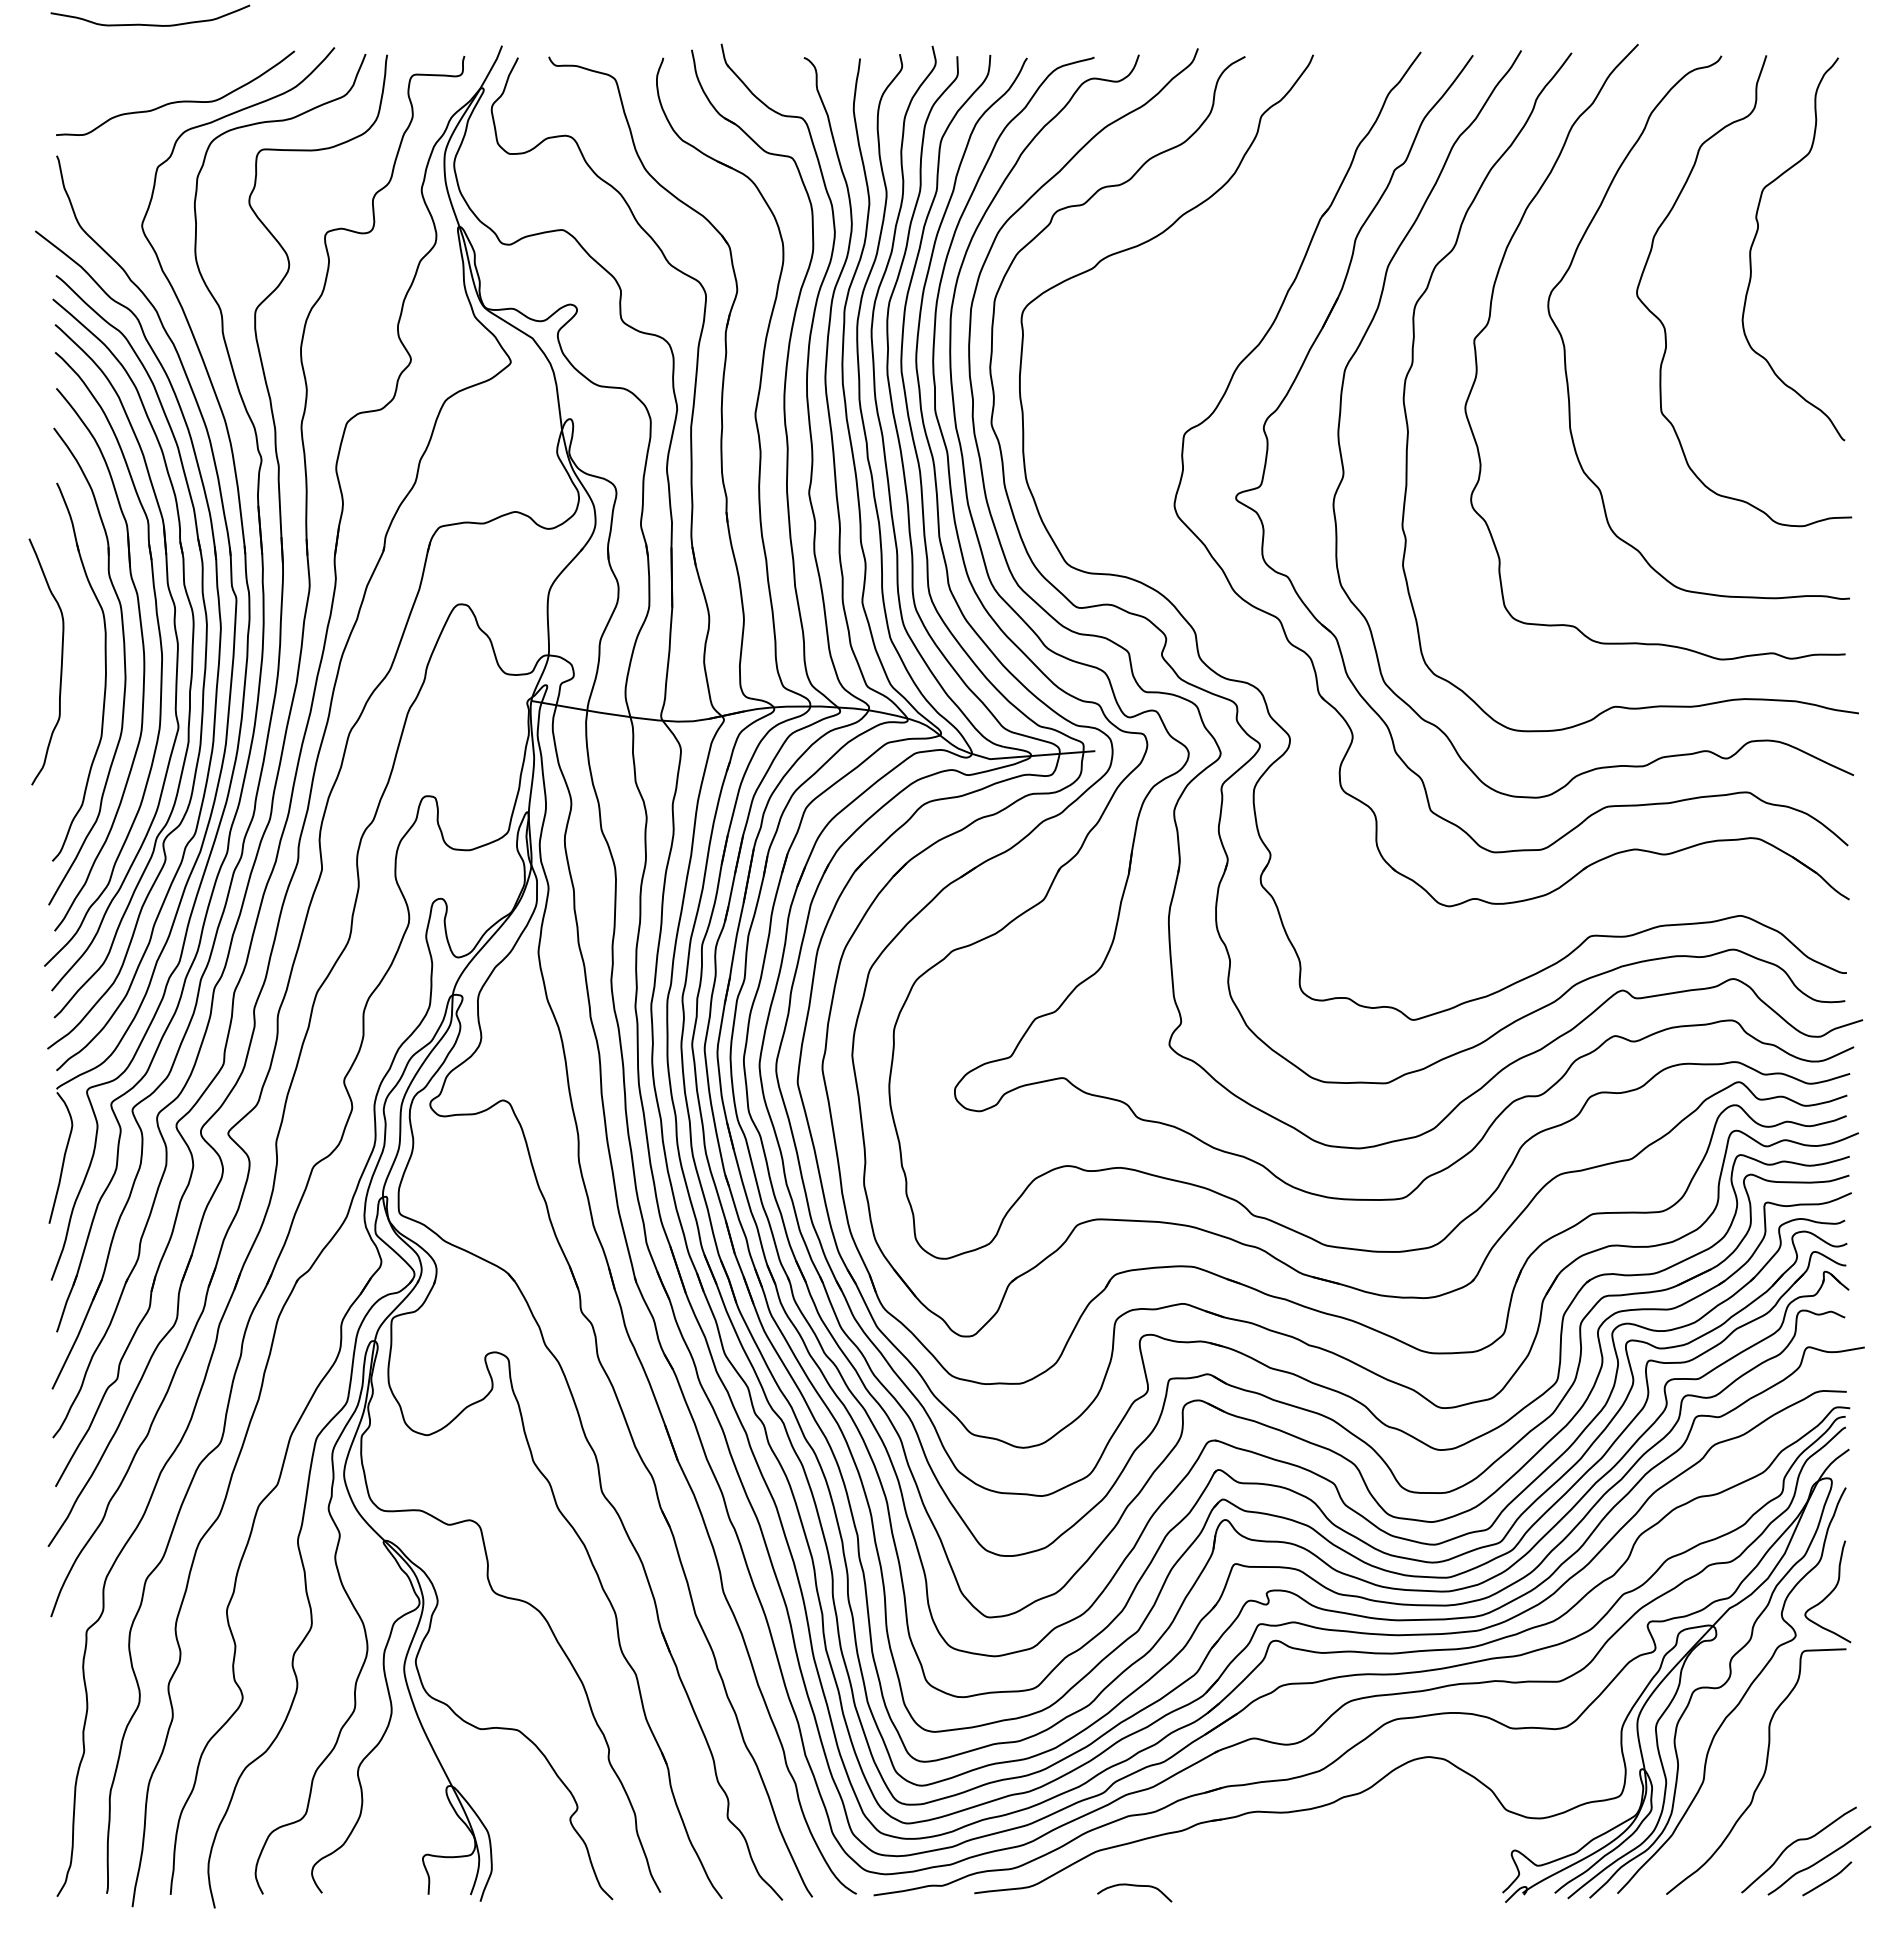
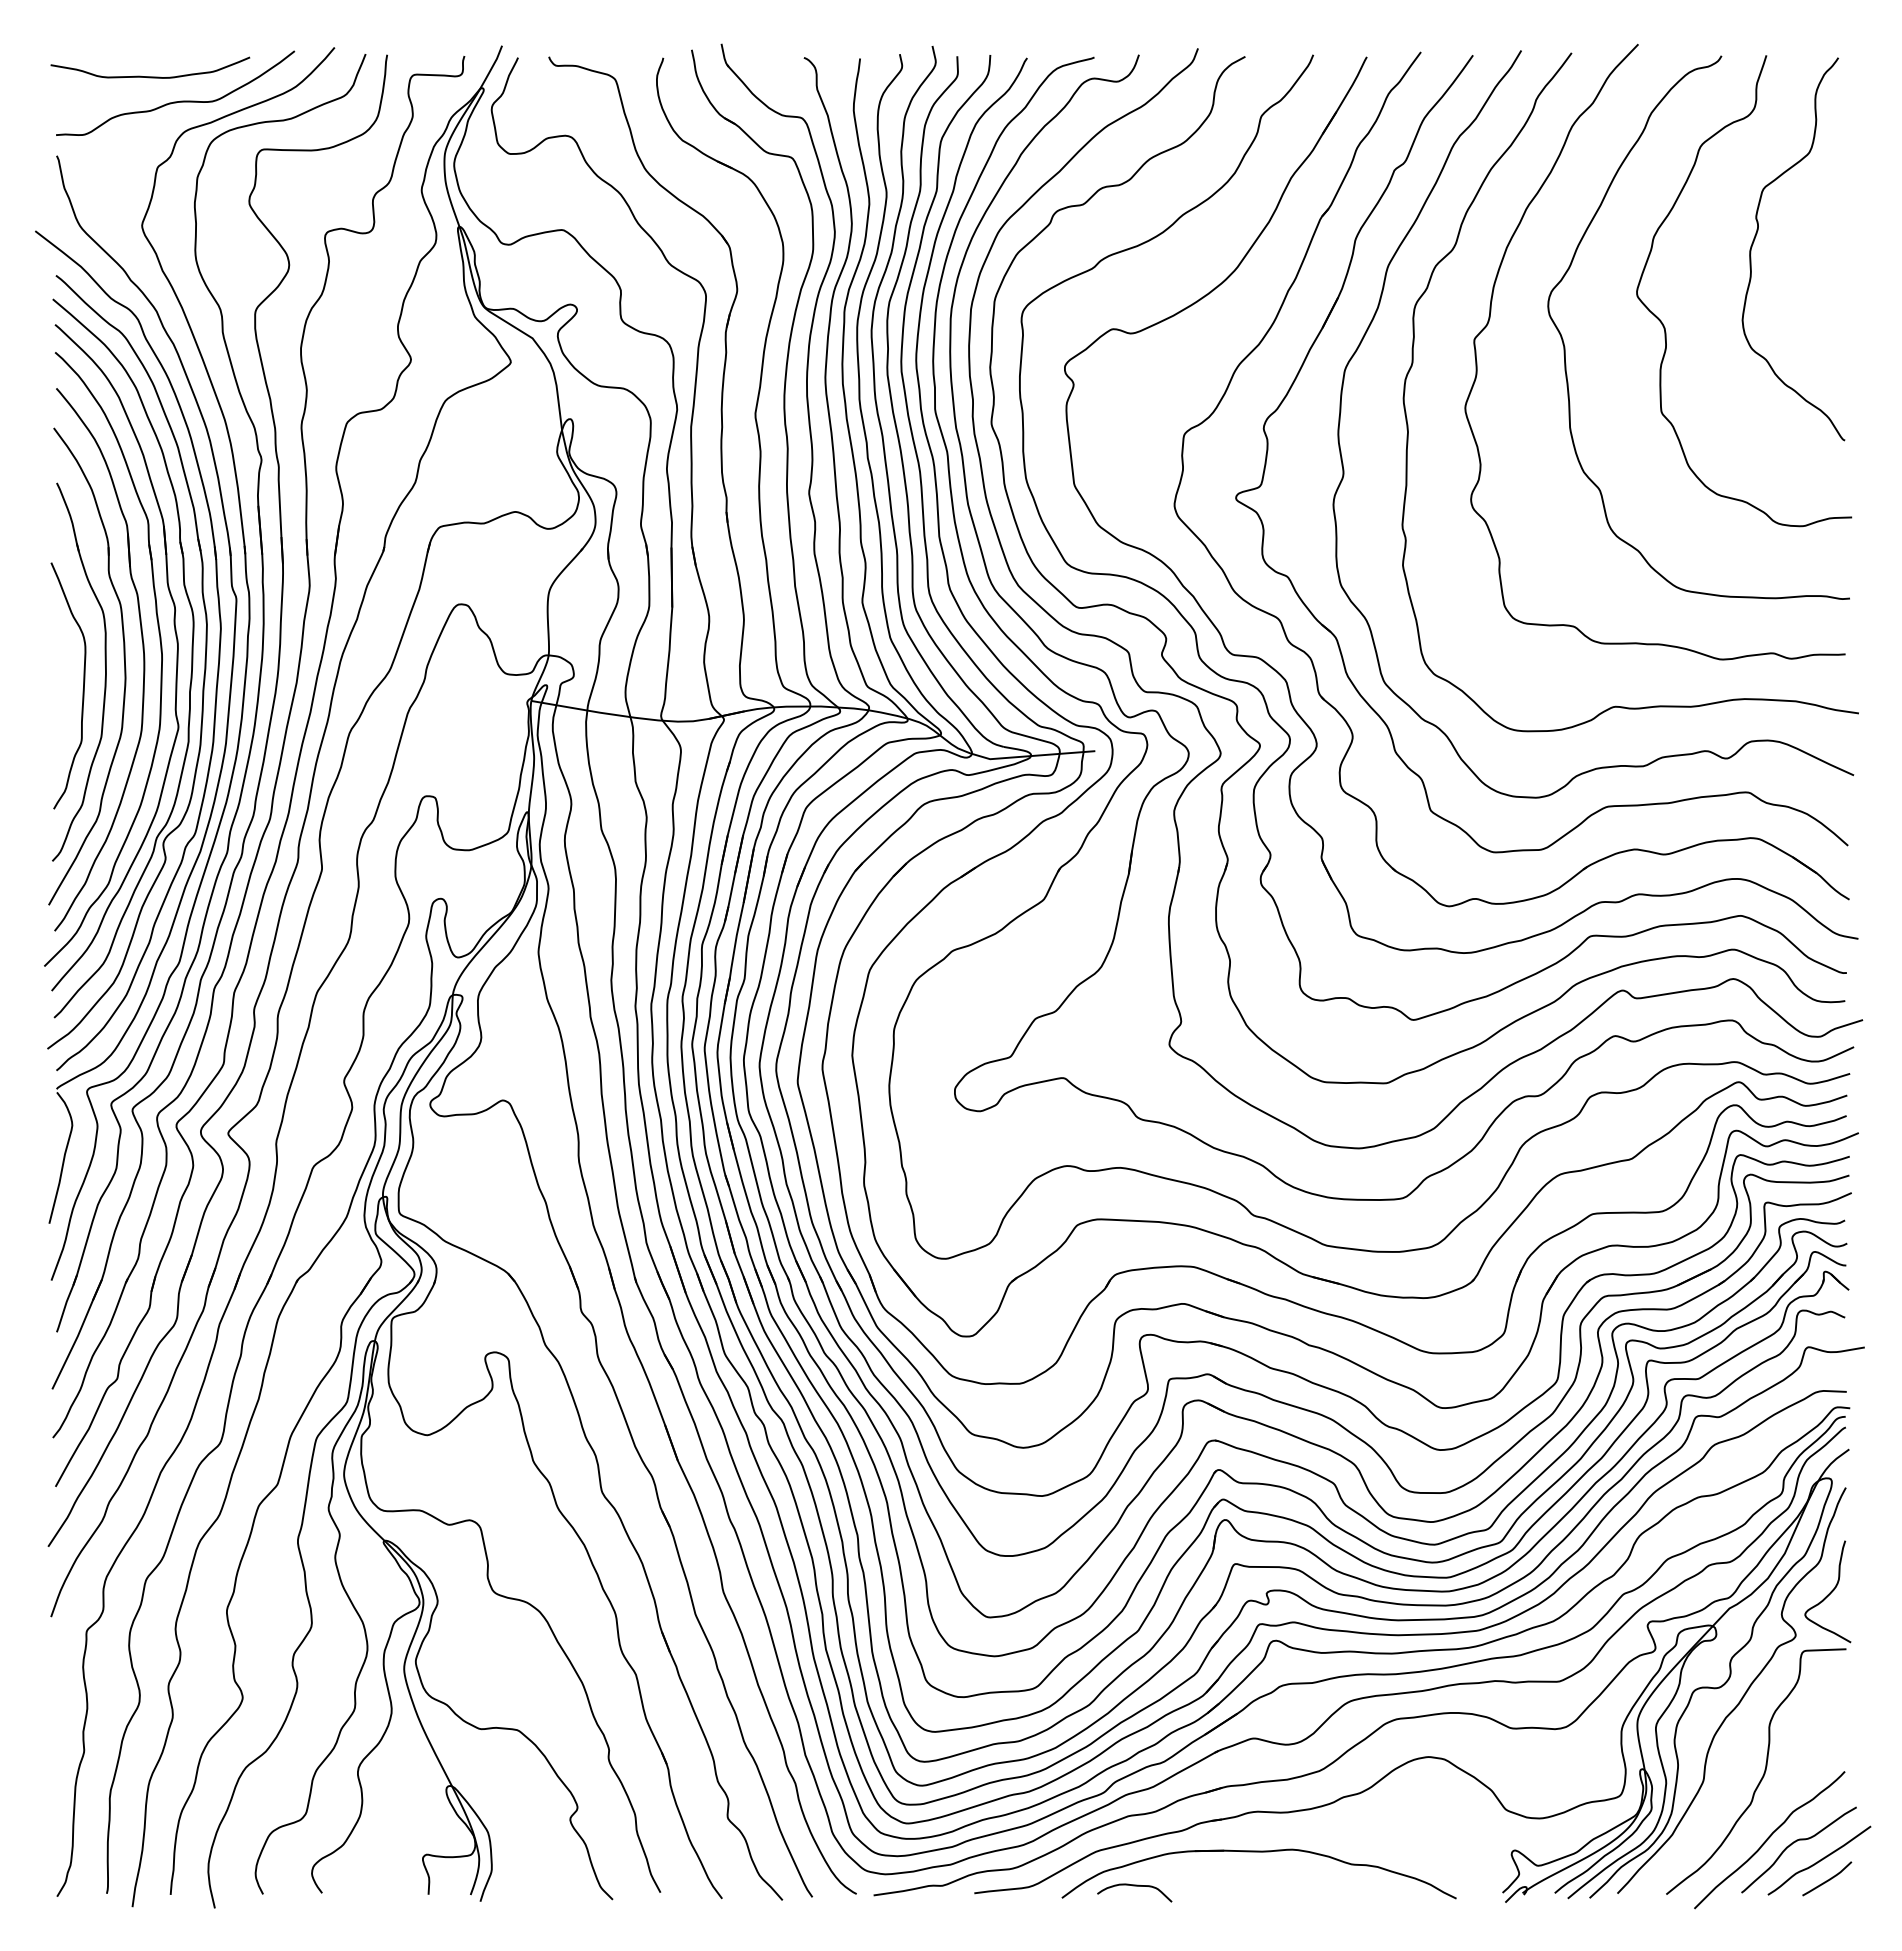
curve at (150, 24) position: (150, 24) -> (150, 76)
curve at (60, 666) position: (60, 666) -> (82, 690)
part at (1285, 678): none -> present
curve at (1768, 1839): none -> present
part at (1258, 1852): none -> present
